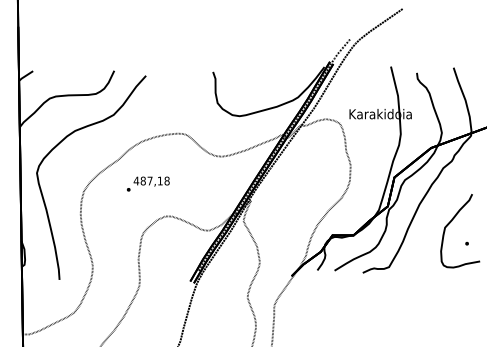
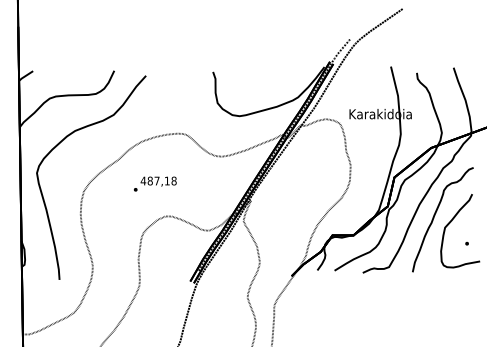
text at (147, 183) position: (147, 183) -> (154, 183)
curve at (435, 215): none -> present
